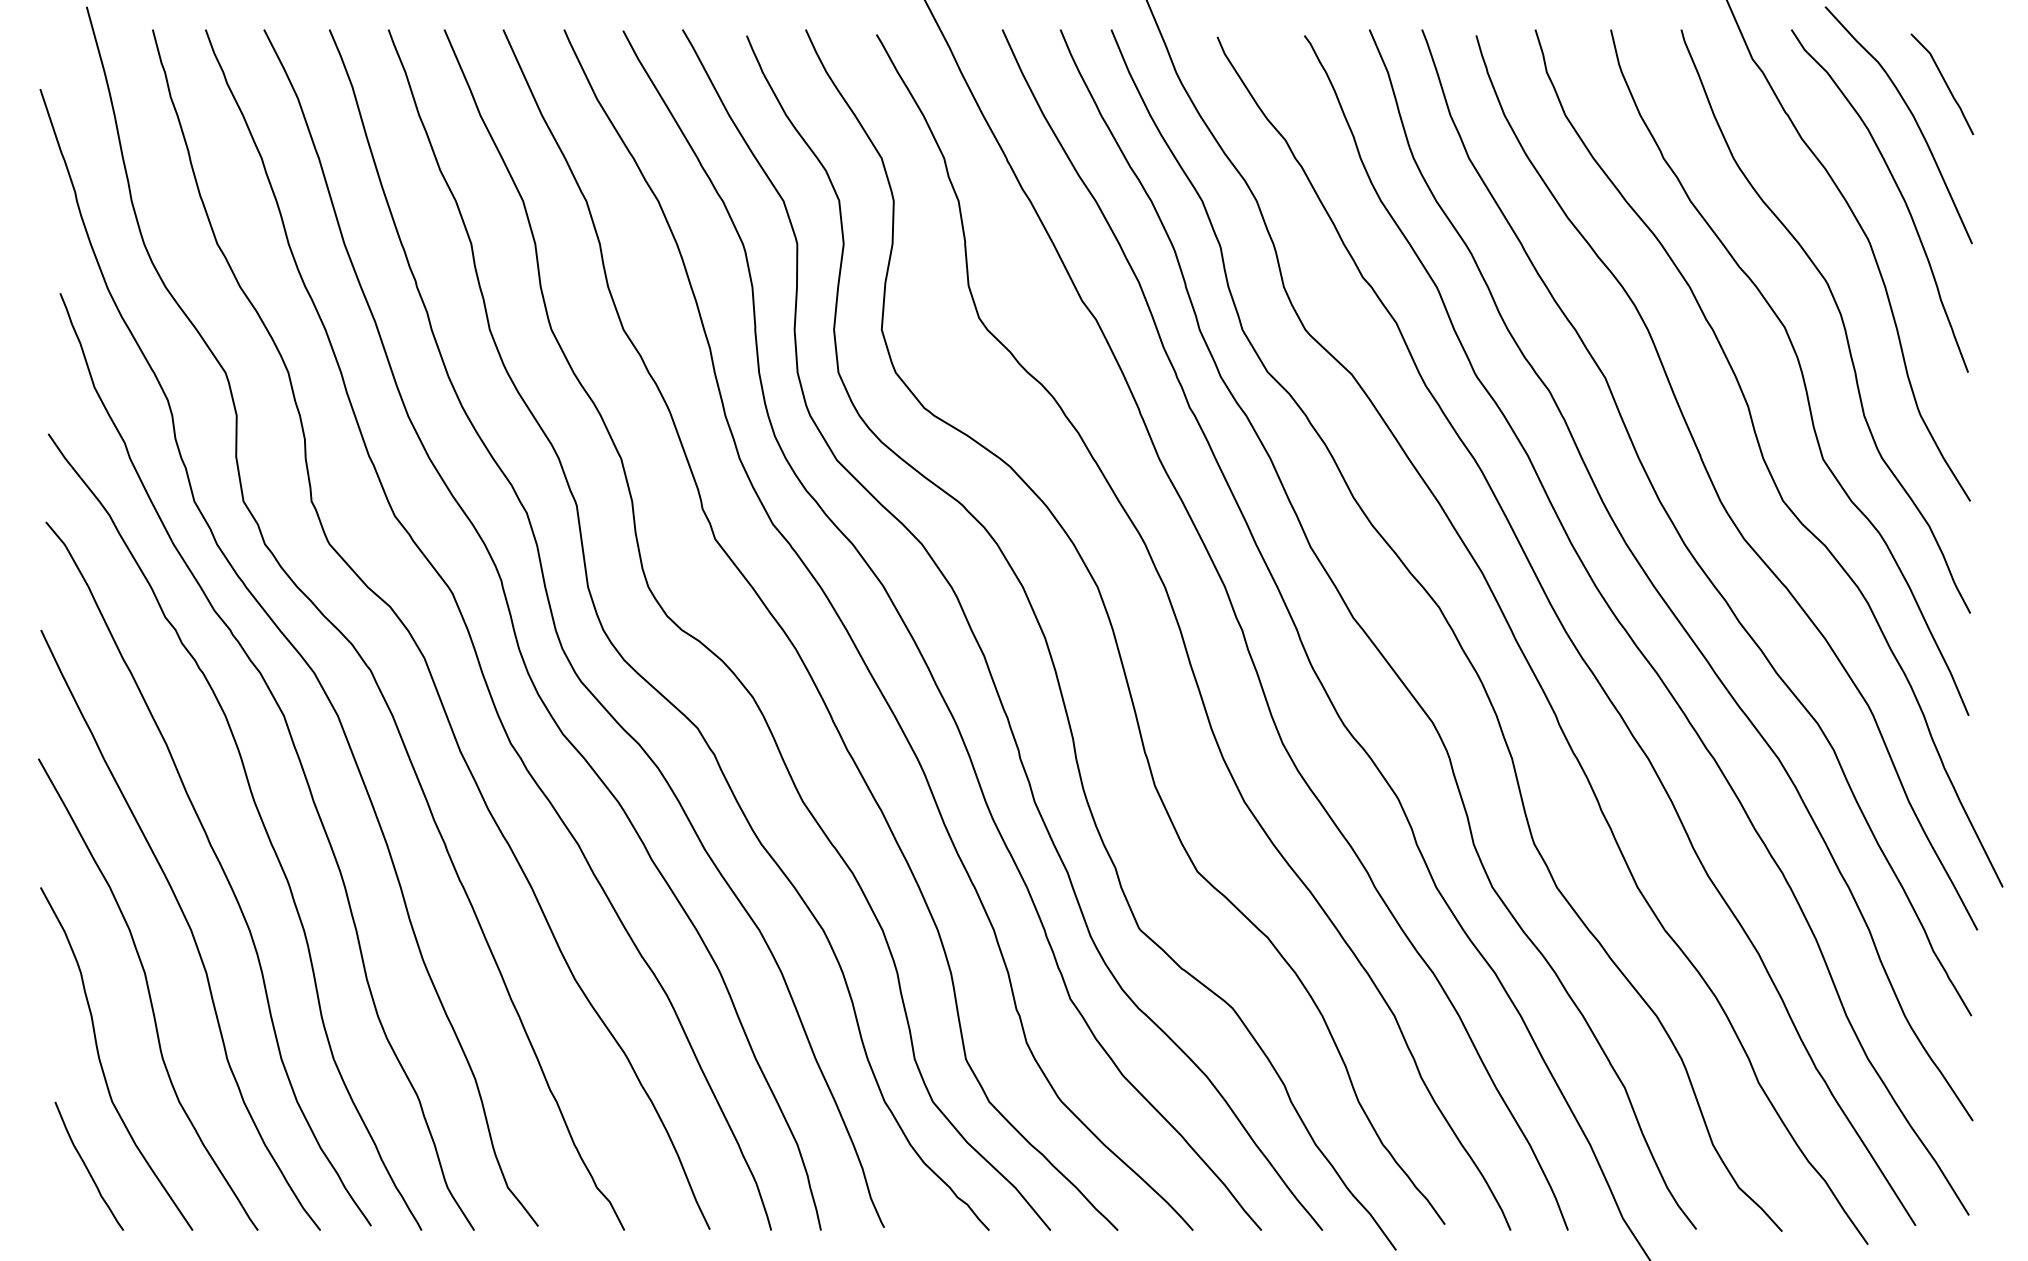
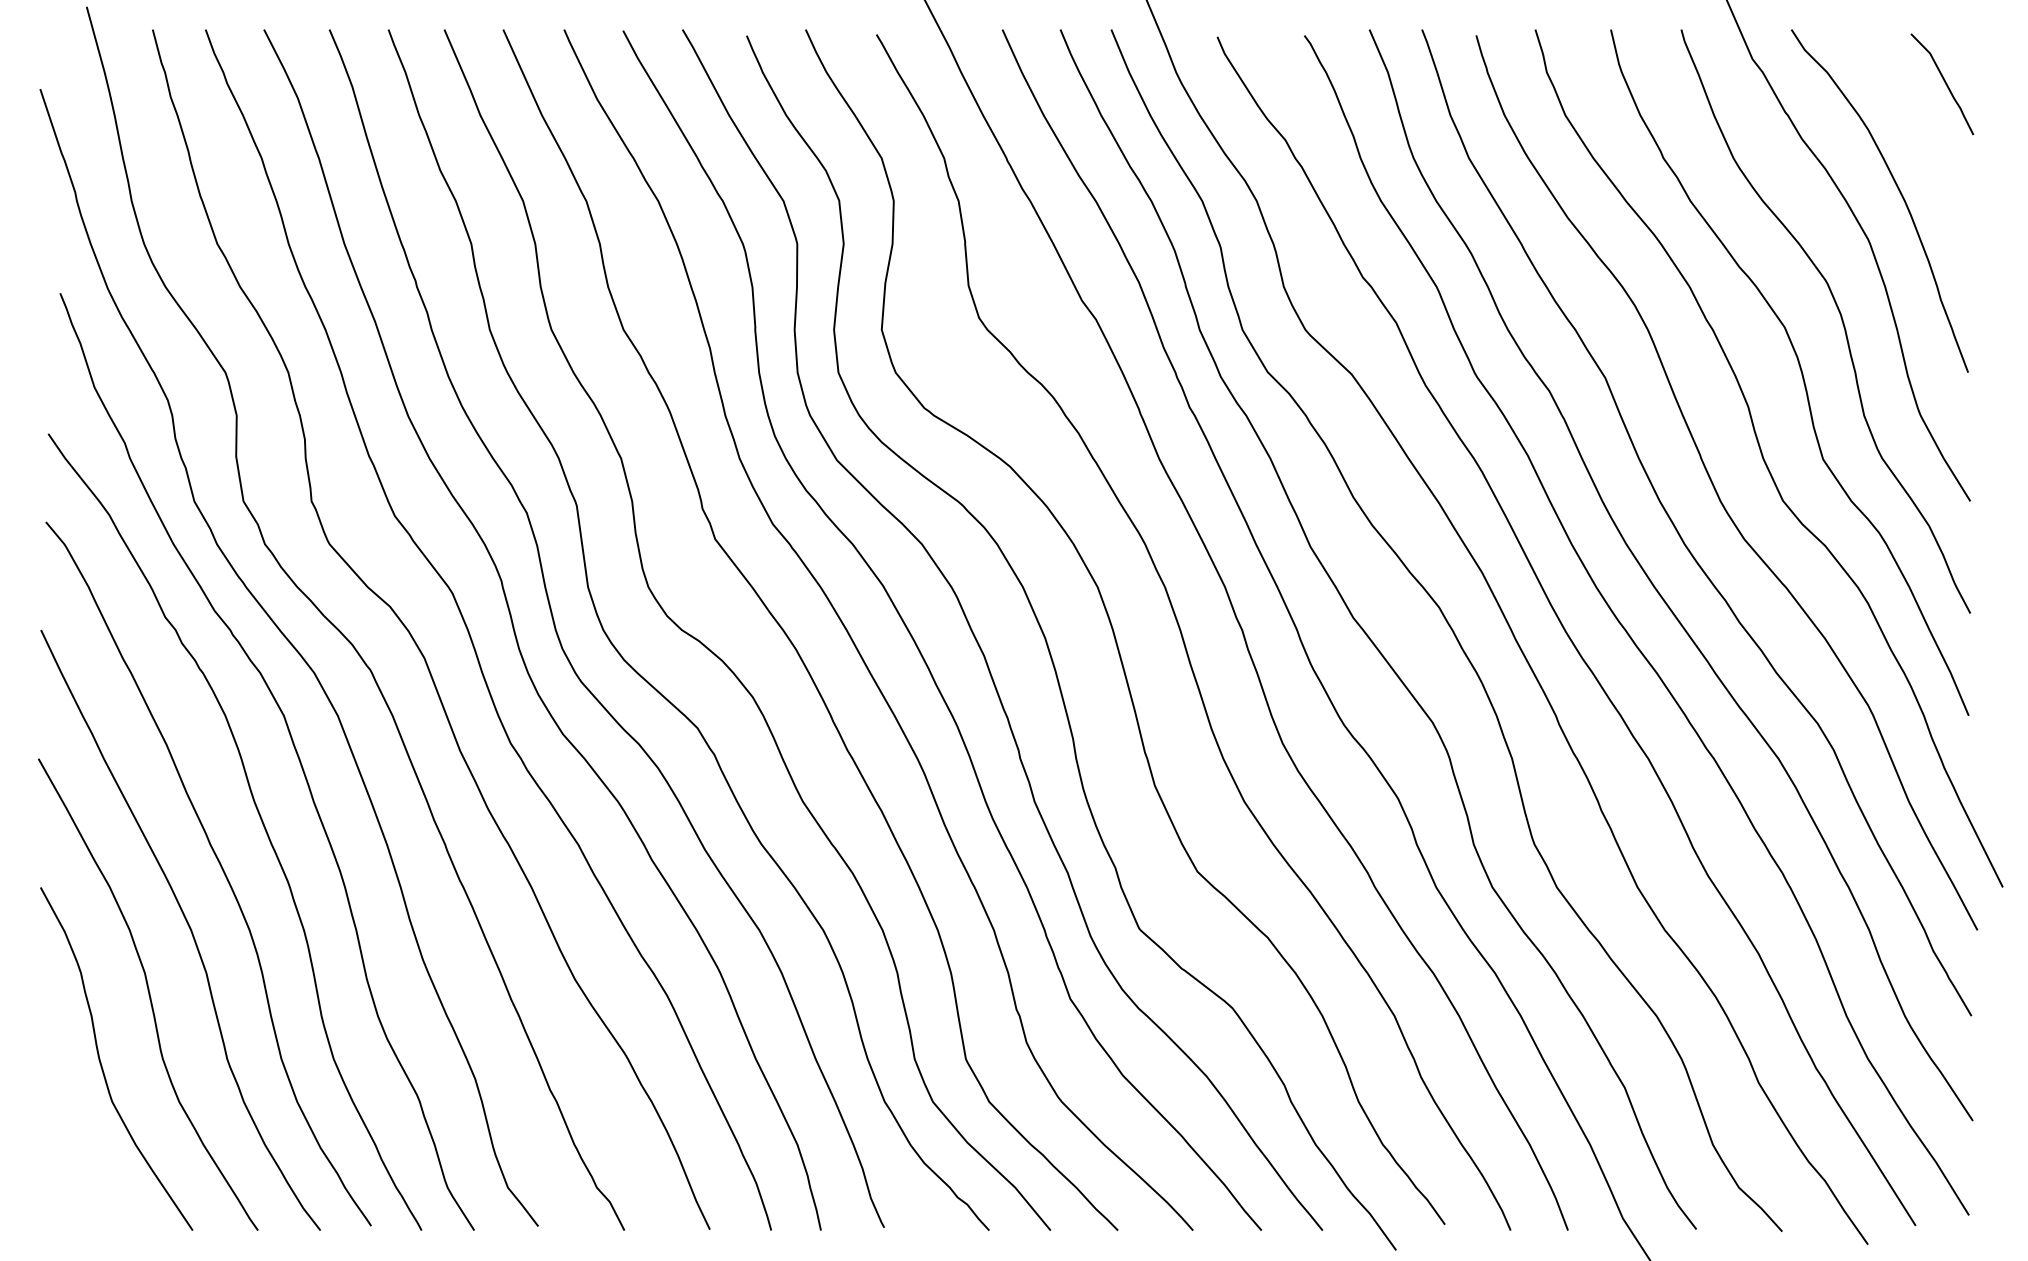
curve at (1913, 118): present -> none
curve at (86, 1165): present -> none
